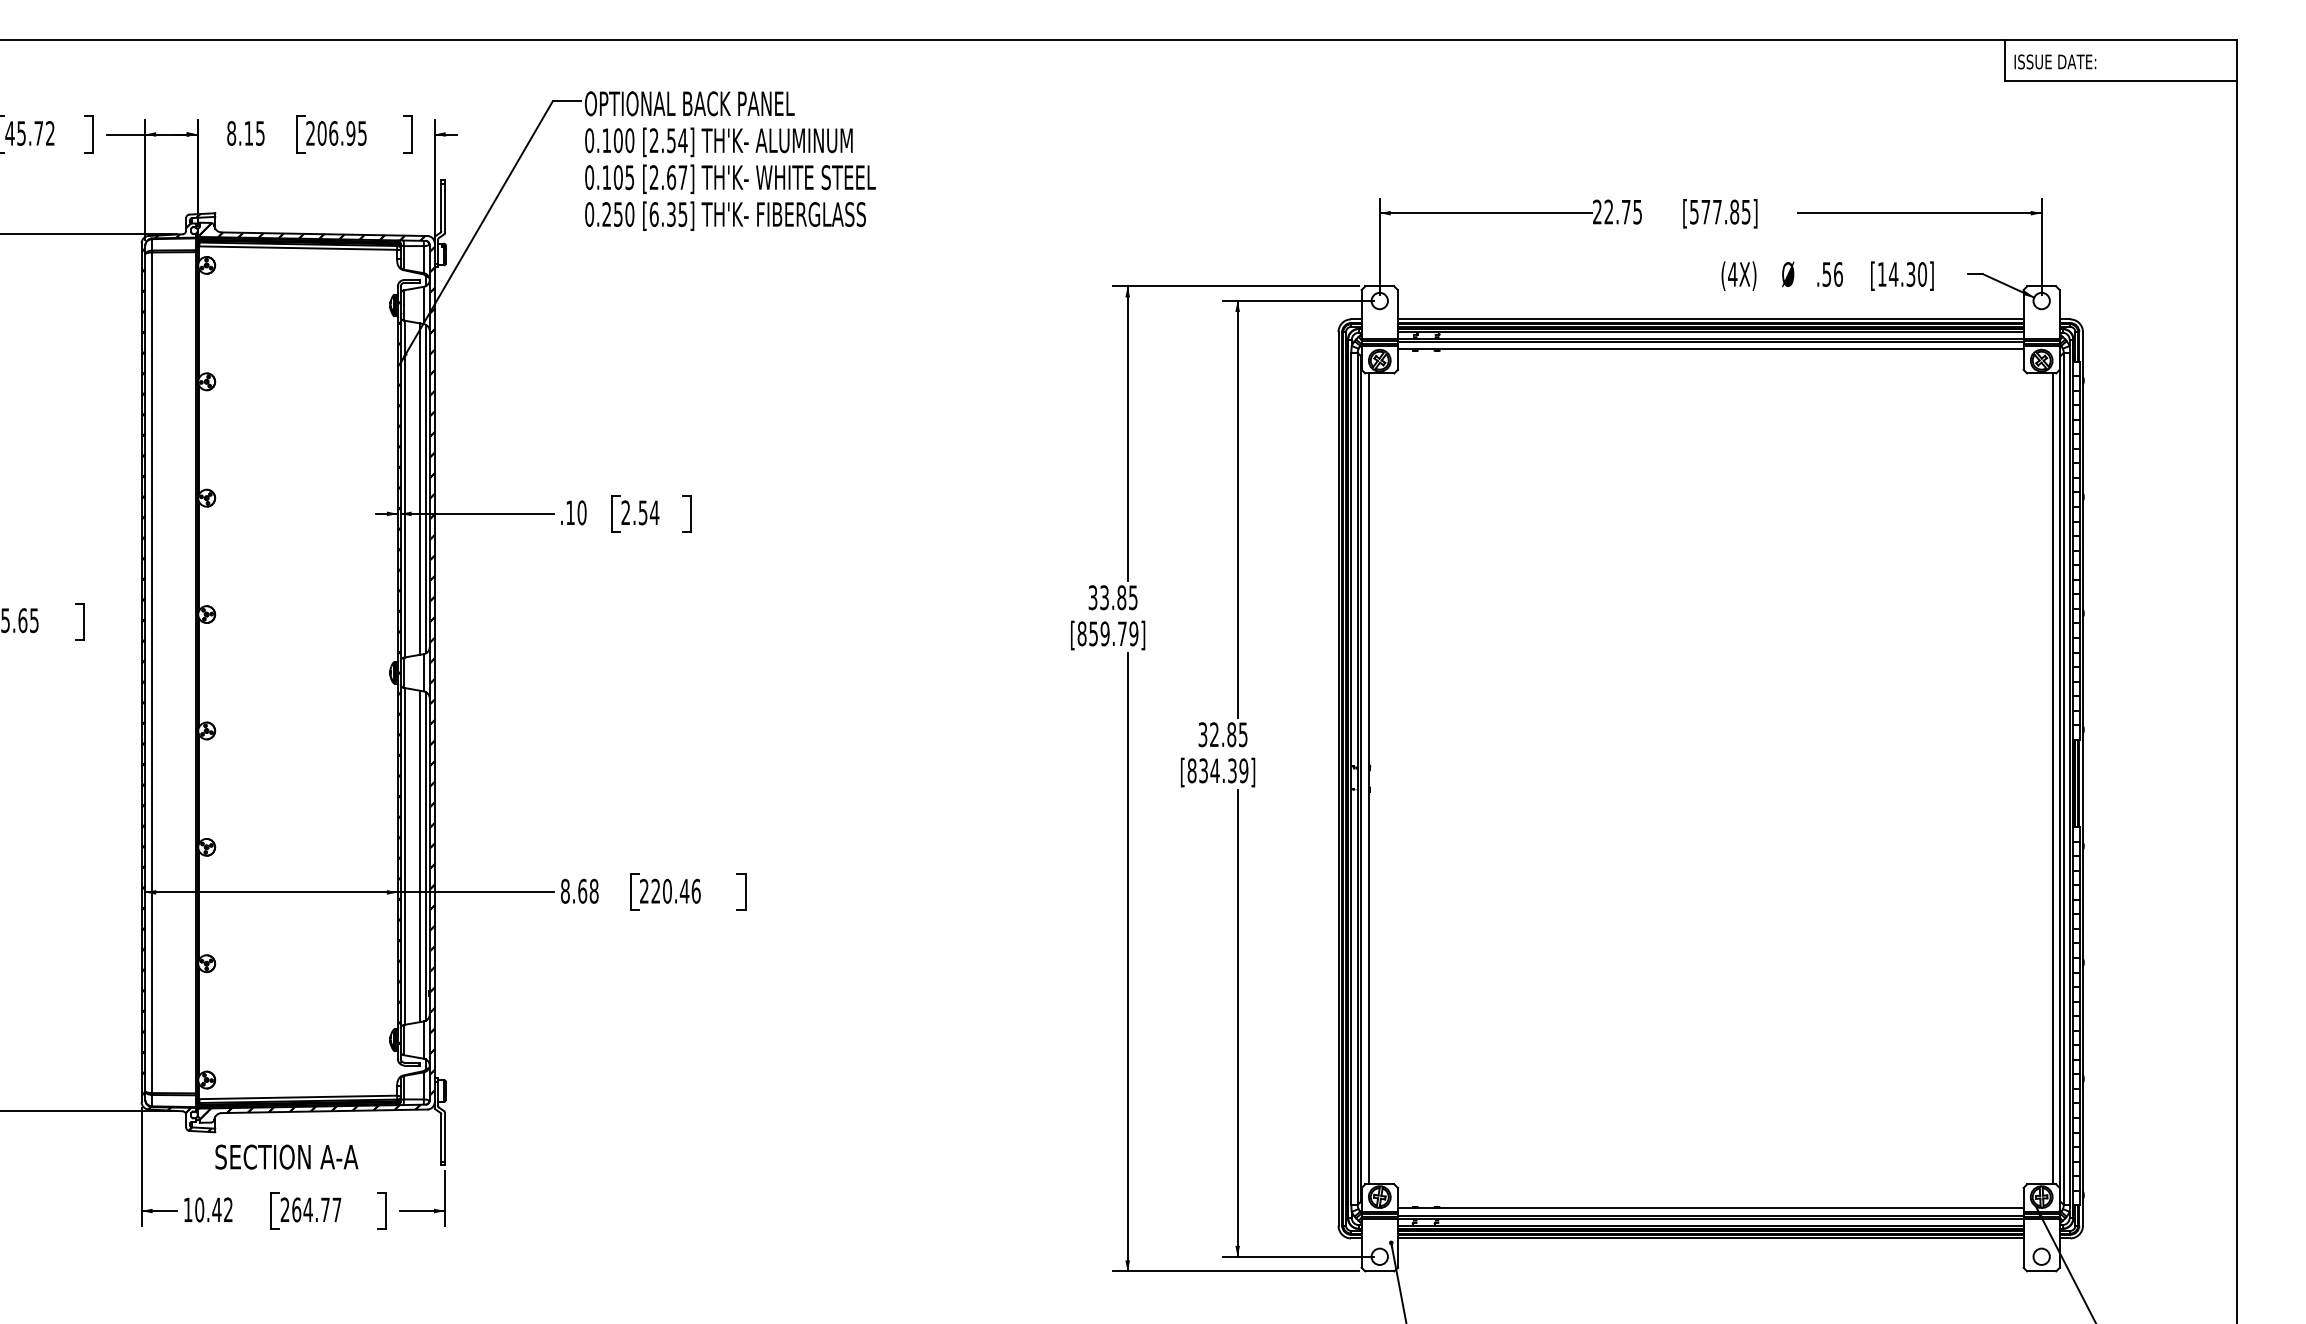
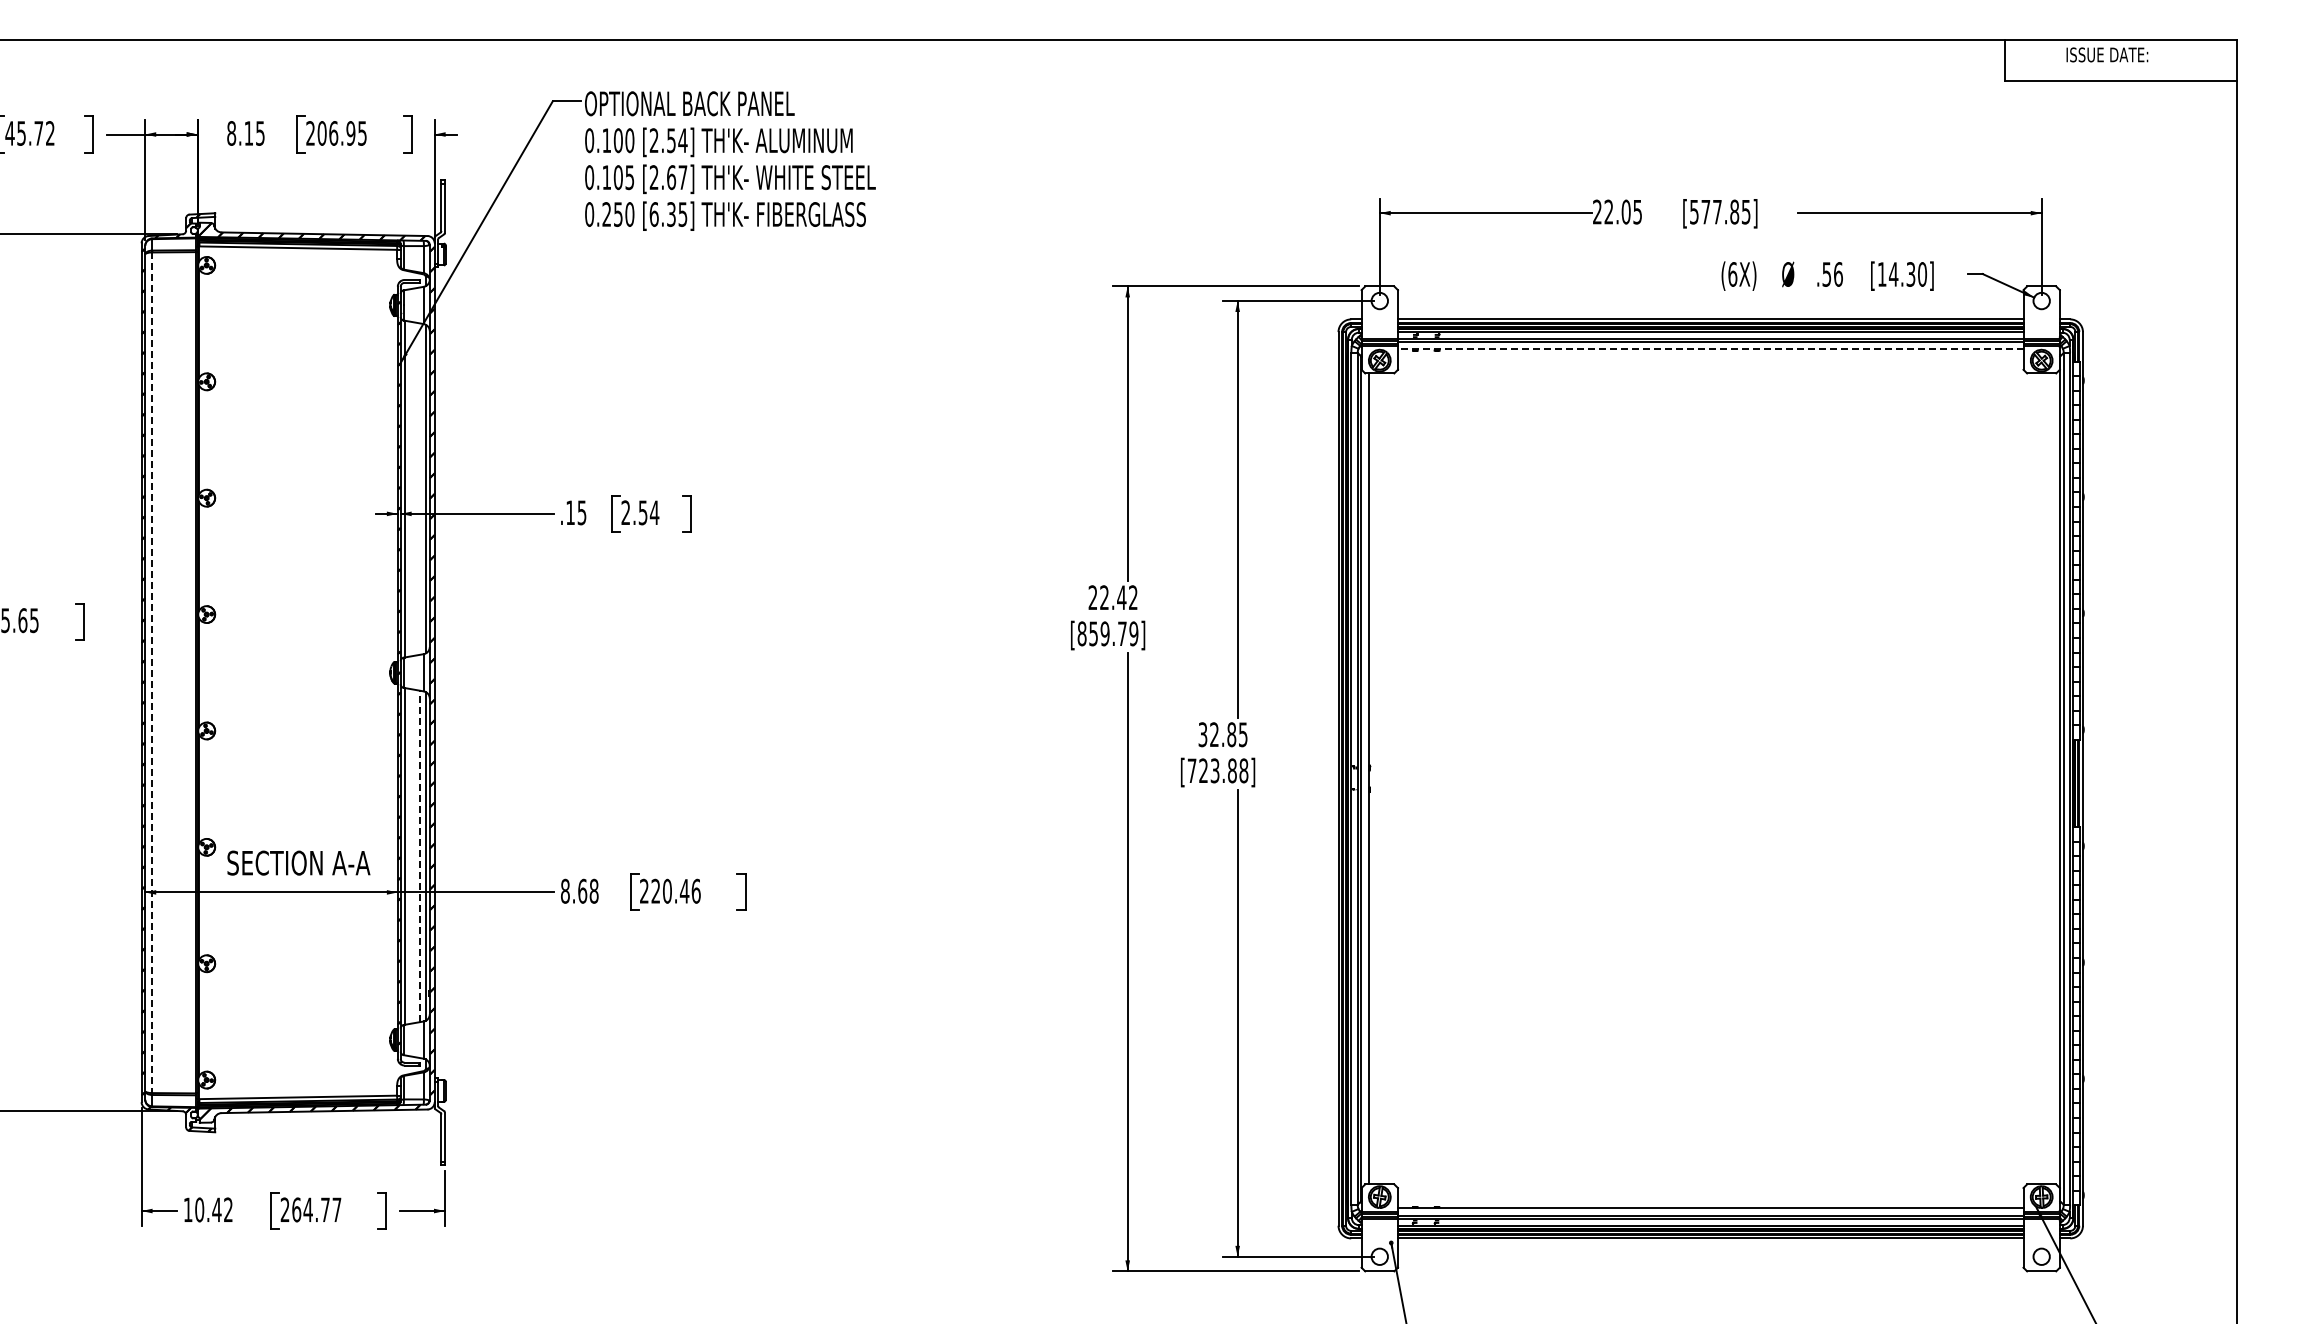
text at (2055, 61) position: (2055, 61) -> (2107, 54)
text at (1625, 211): 22.75 -> 22.05
text at (1732, 274): (4X) -> (6X)
line at (1710, 349): solid -> dashed
line at (419, 488): present -> none
text at (581, 512): .10 -> .15
text at (1112, 597): 33.85 -> 22.42
line at (152, 673): solid -> dashed
text at (1217, 770): [834.39] -> [723.88]
line at (2052, 778): present -> none
line at (419, 856): solid -> dashed
text at (286, 1156) position: (286, 1156) -> (298, 862)
